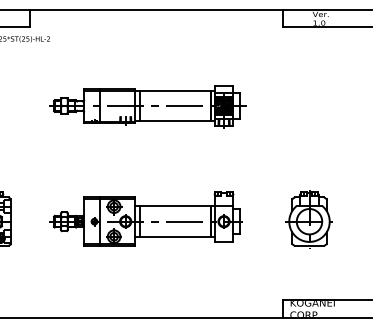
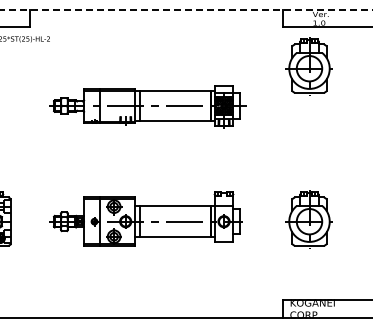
line at (186, 10): solid -> dashed
part at (308, 66): none -> present
